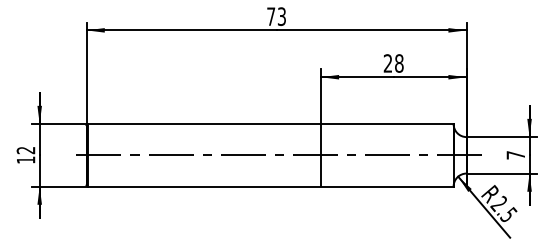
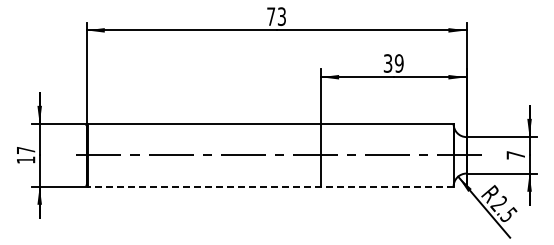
text at (393, 63): 28 -> 39
text at (25, 150): 12 -> 17
line at (270, 186): solid -> dashed
